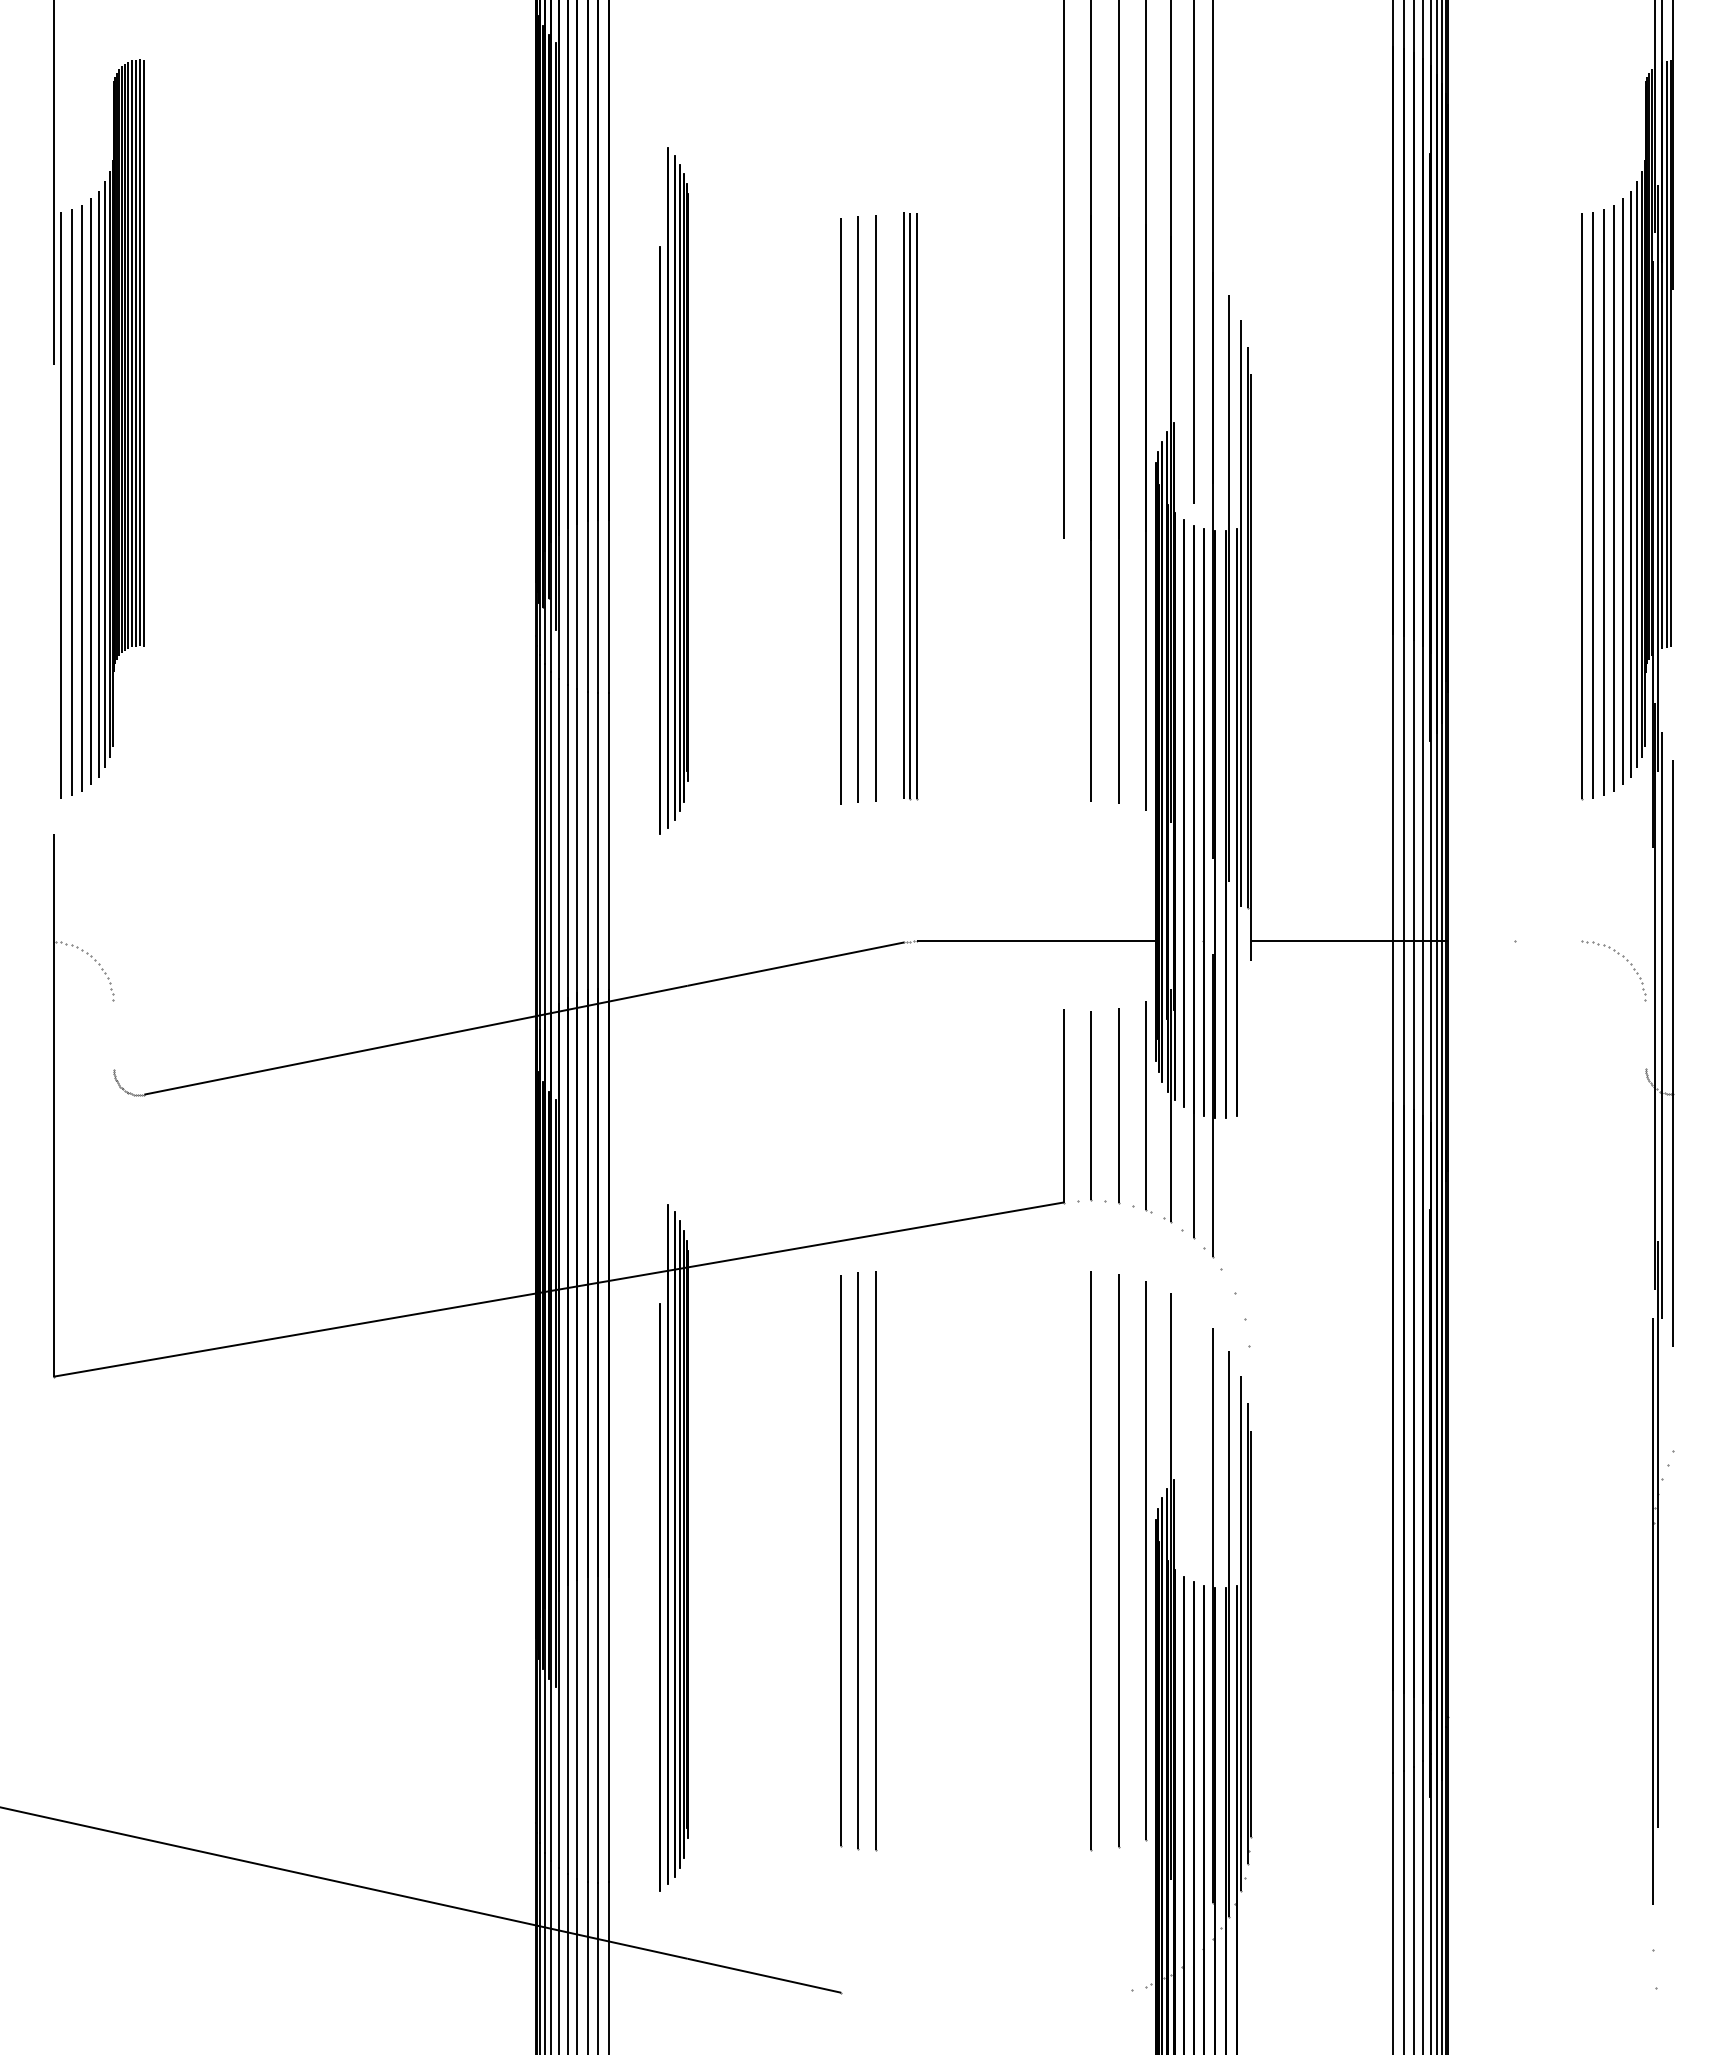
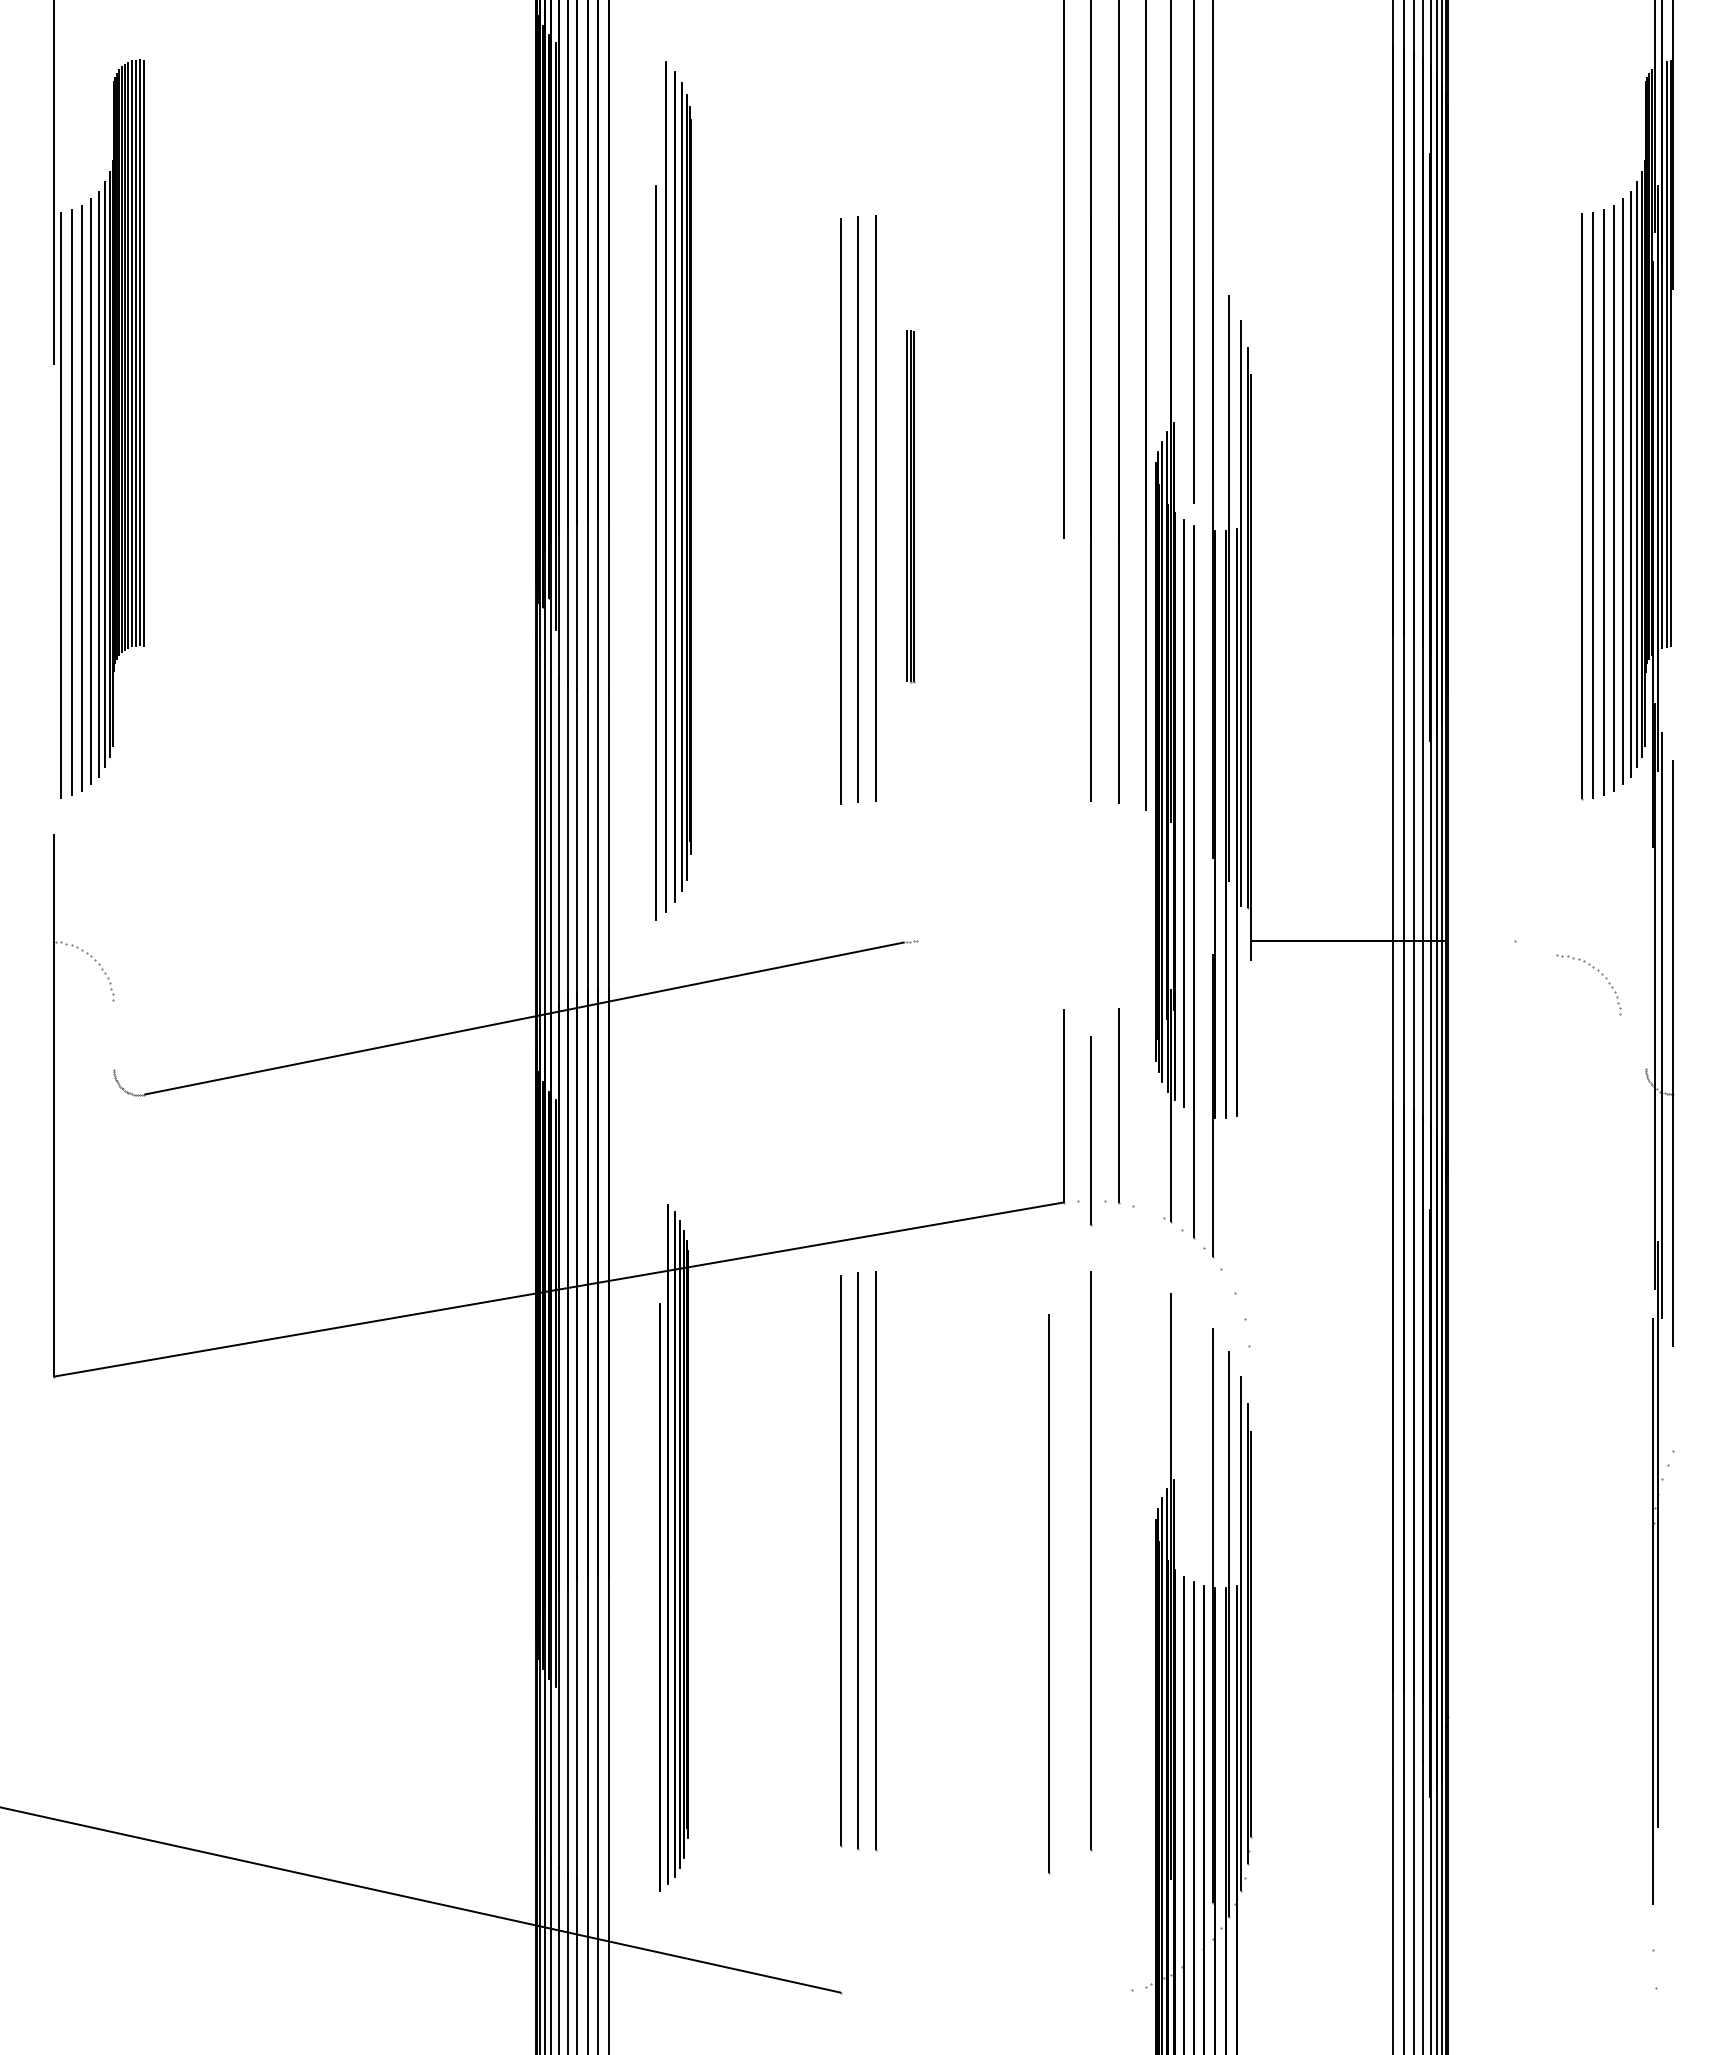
part at (673, 490) size: 30x688 px -> 37x860 px
part at (910, 506) size: 16x589 px -> 10x354 px
line at (1203, 822): present -> none
line at (1036, 941): present -> none
part at (1623, 957) position: (1623, 957) -> (1598, 971)
line at (1091, 1106) position: (1091, 1106) -> (1091, 1131)
part at (1148, 1107): present -> none
line at (1119, 1561): present -> none
line at (1146, 1561) position: (1146, 1561) -> (1049, 1594)
